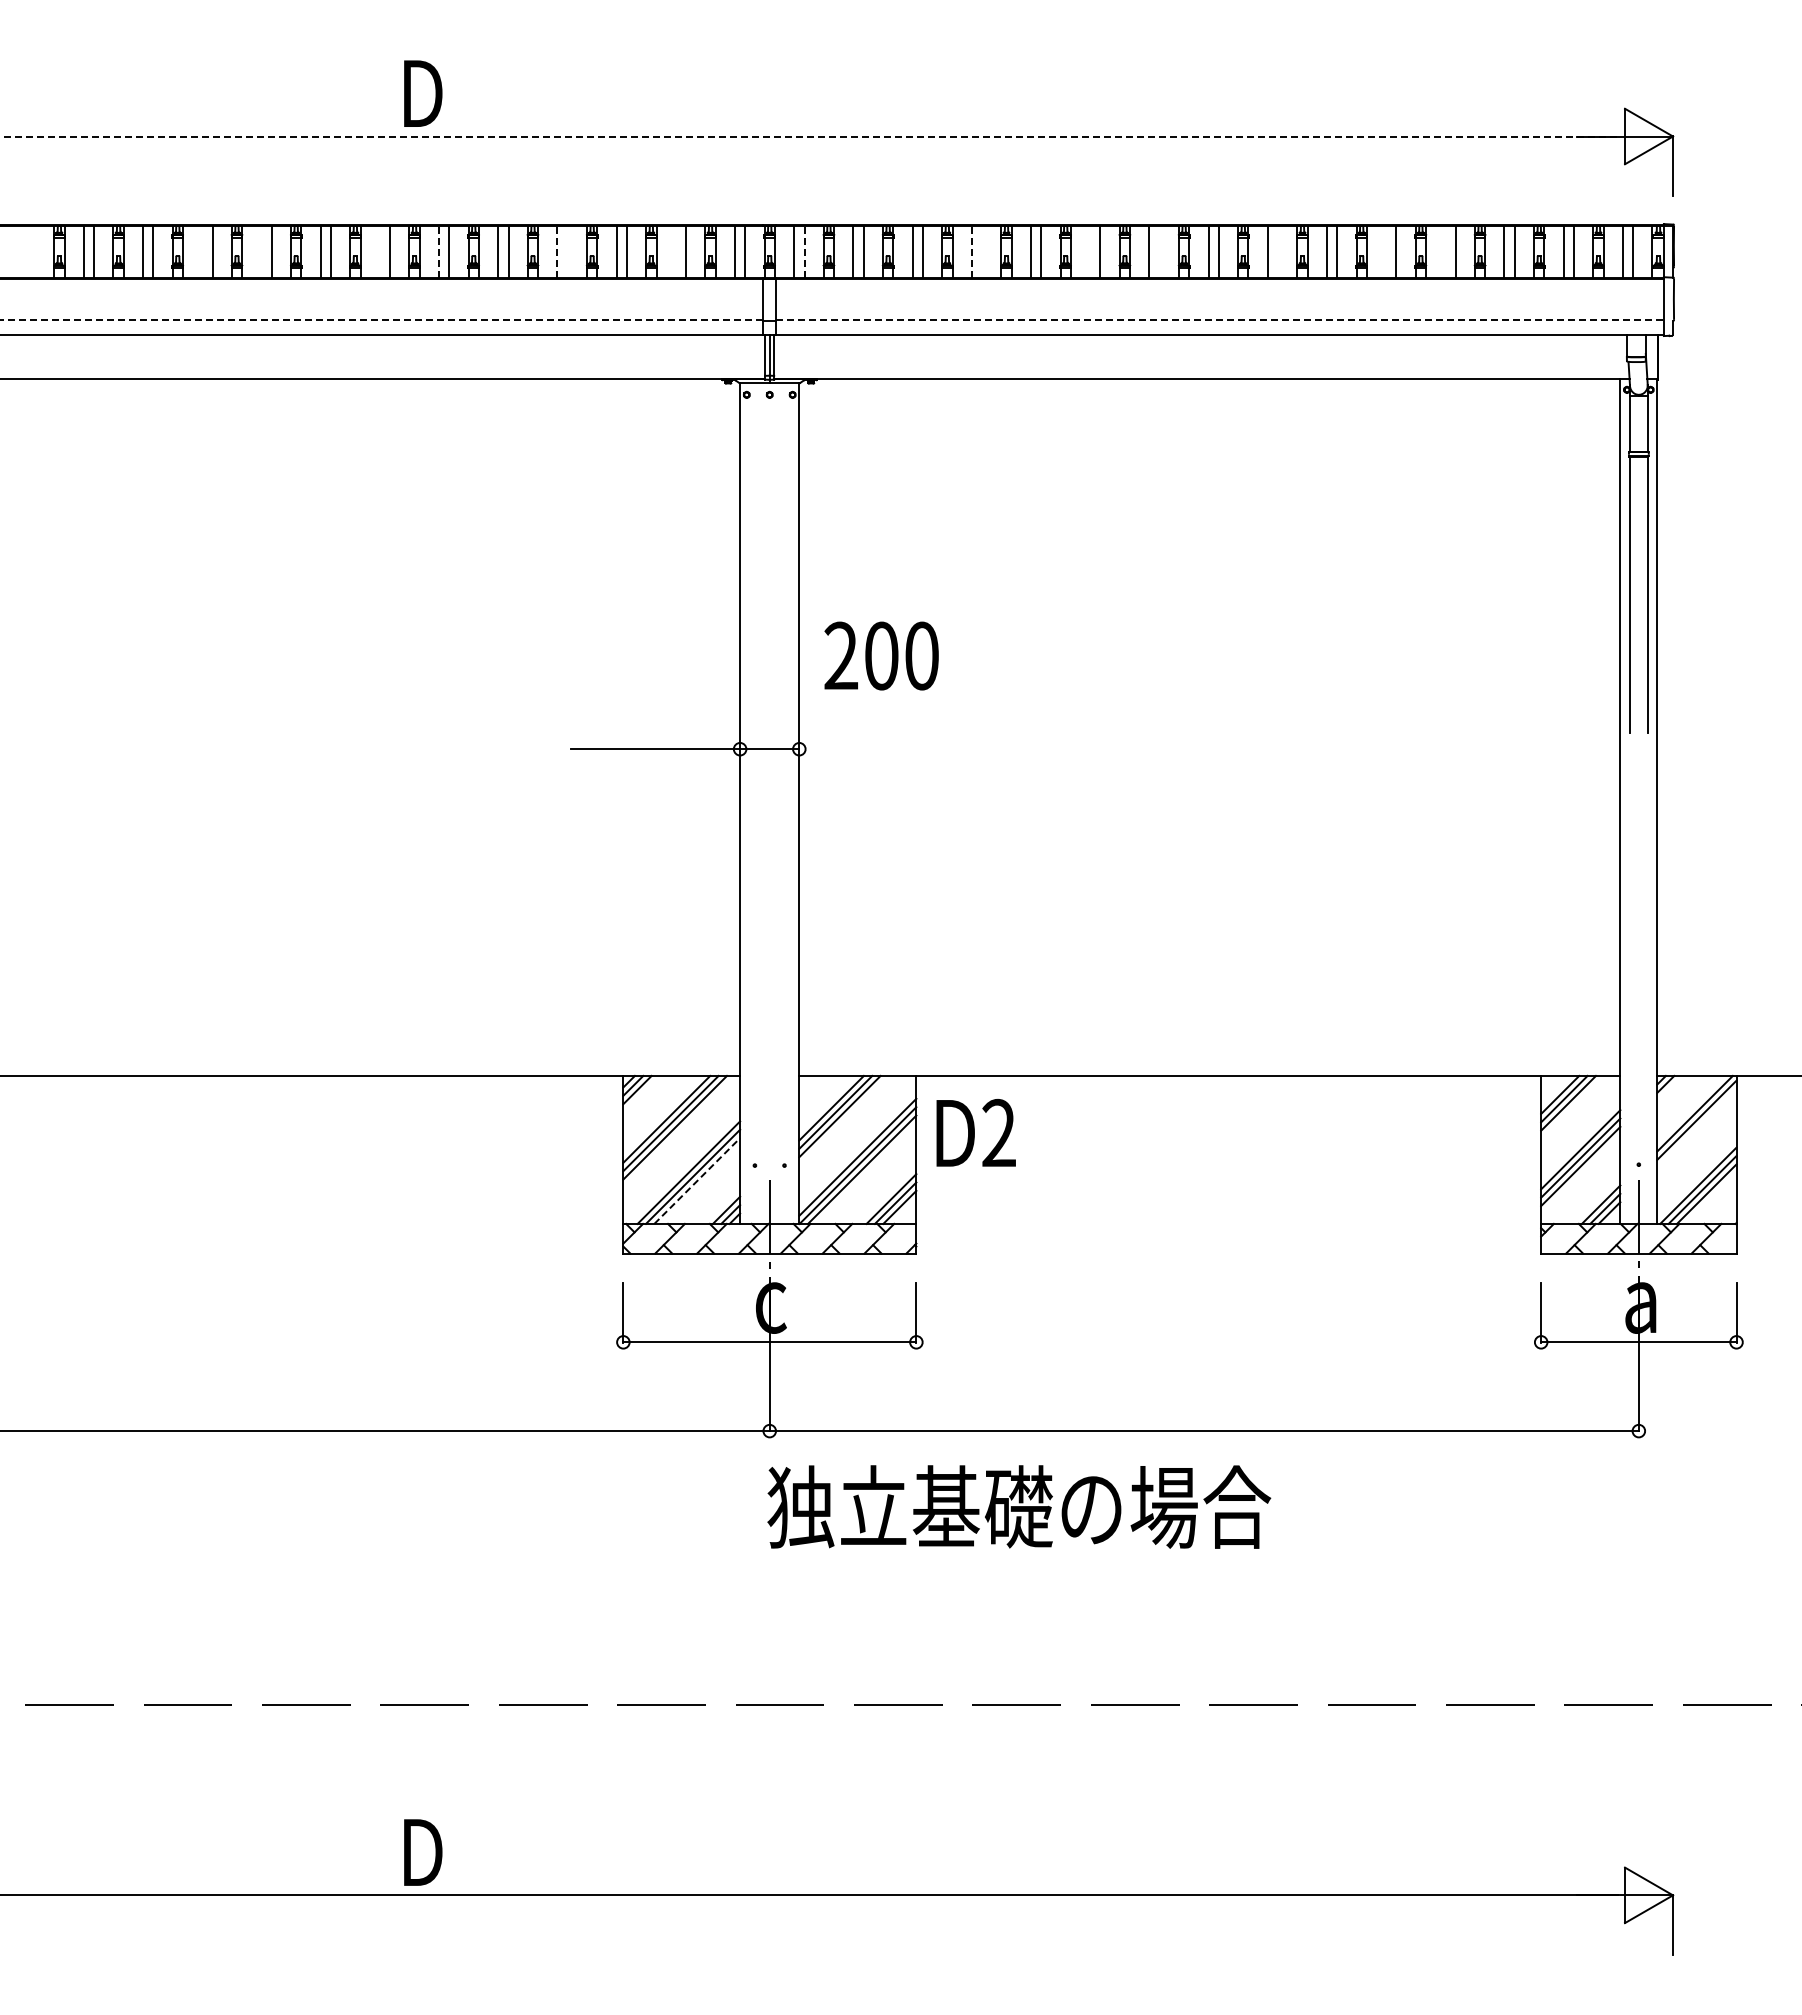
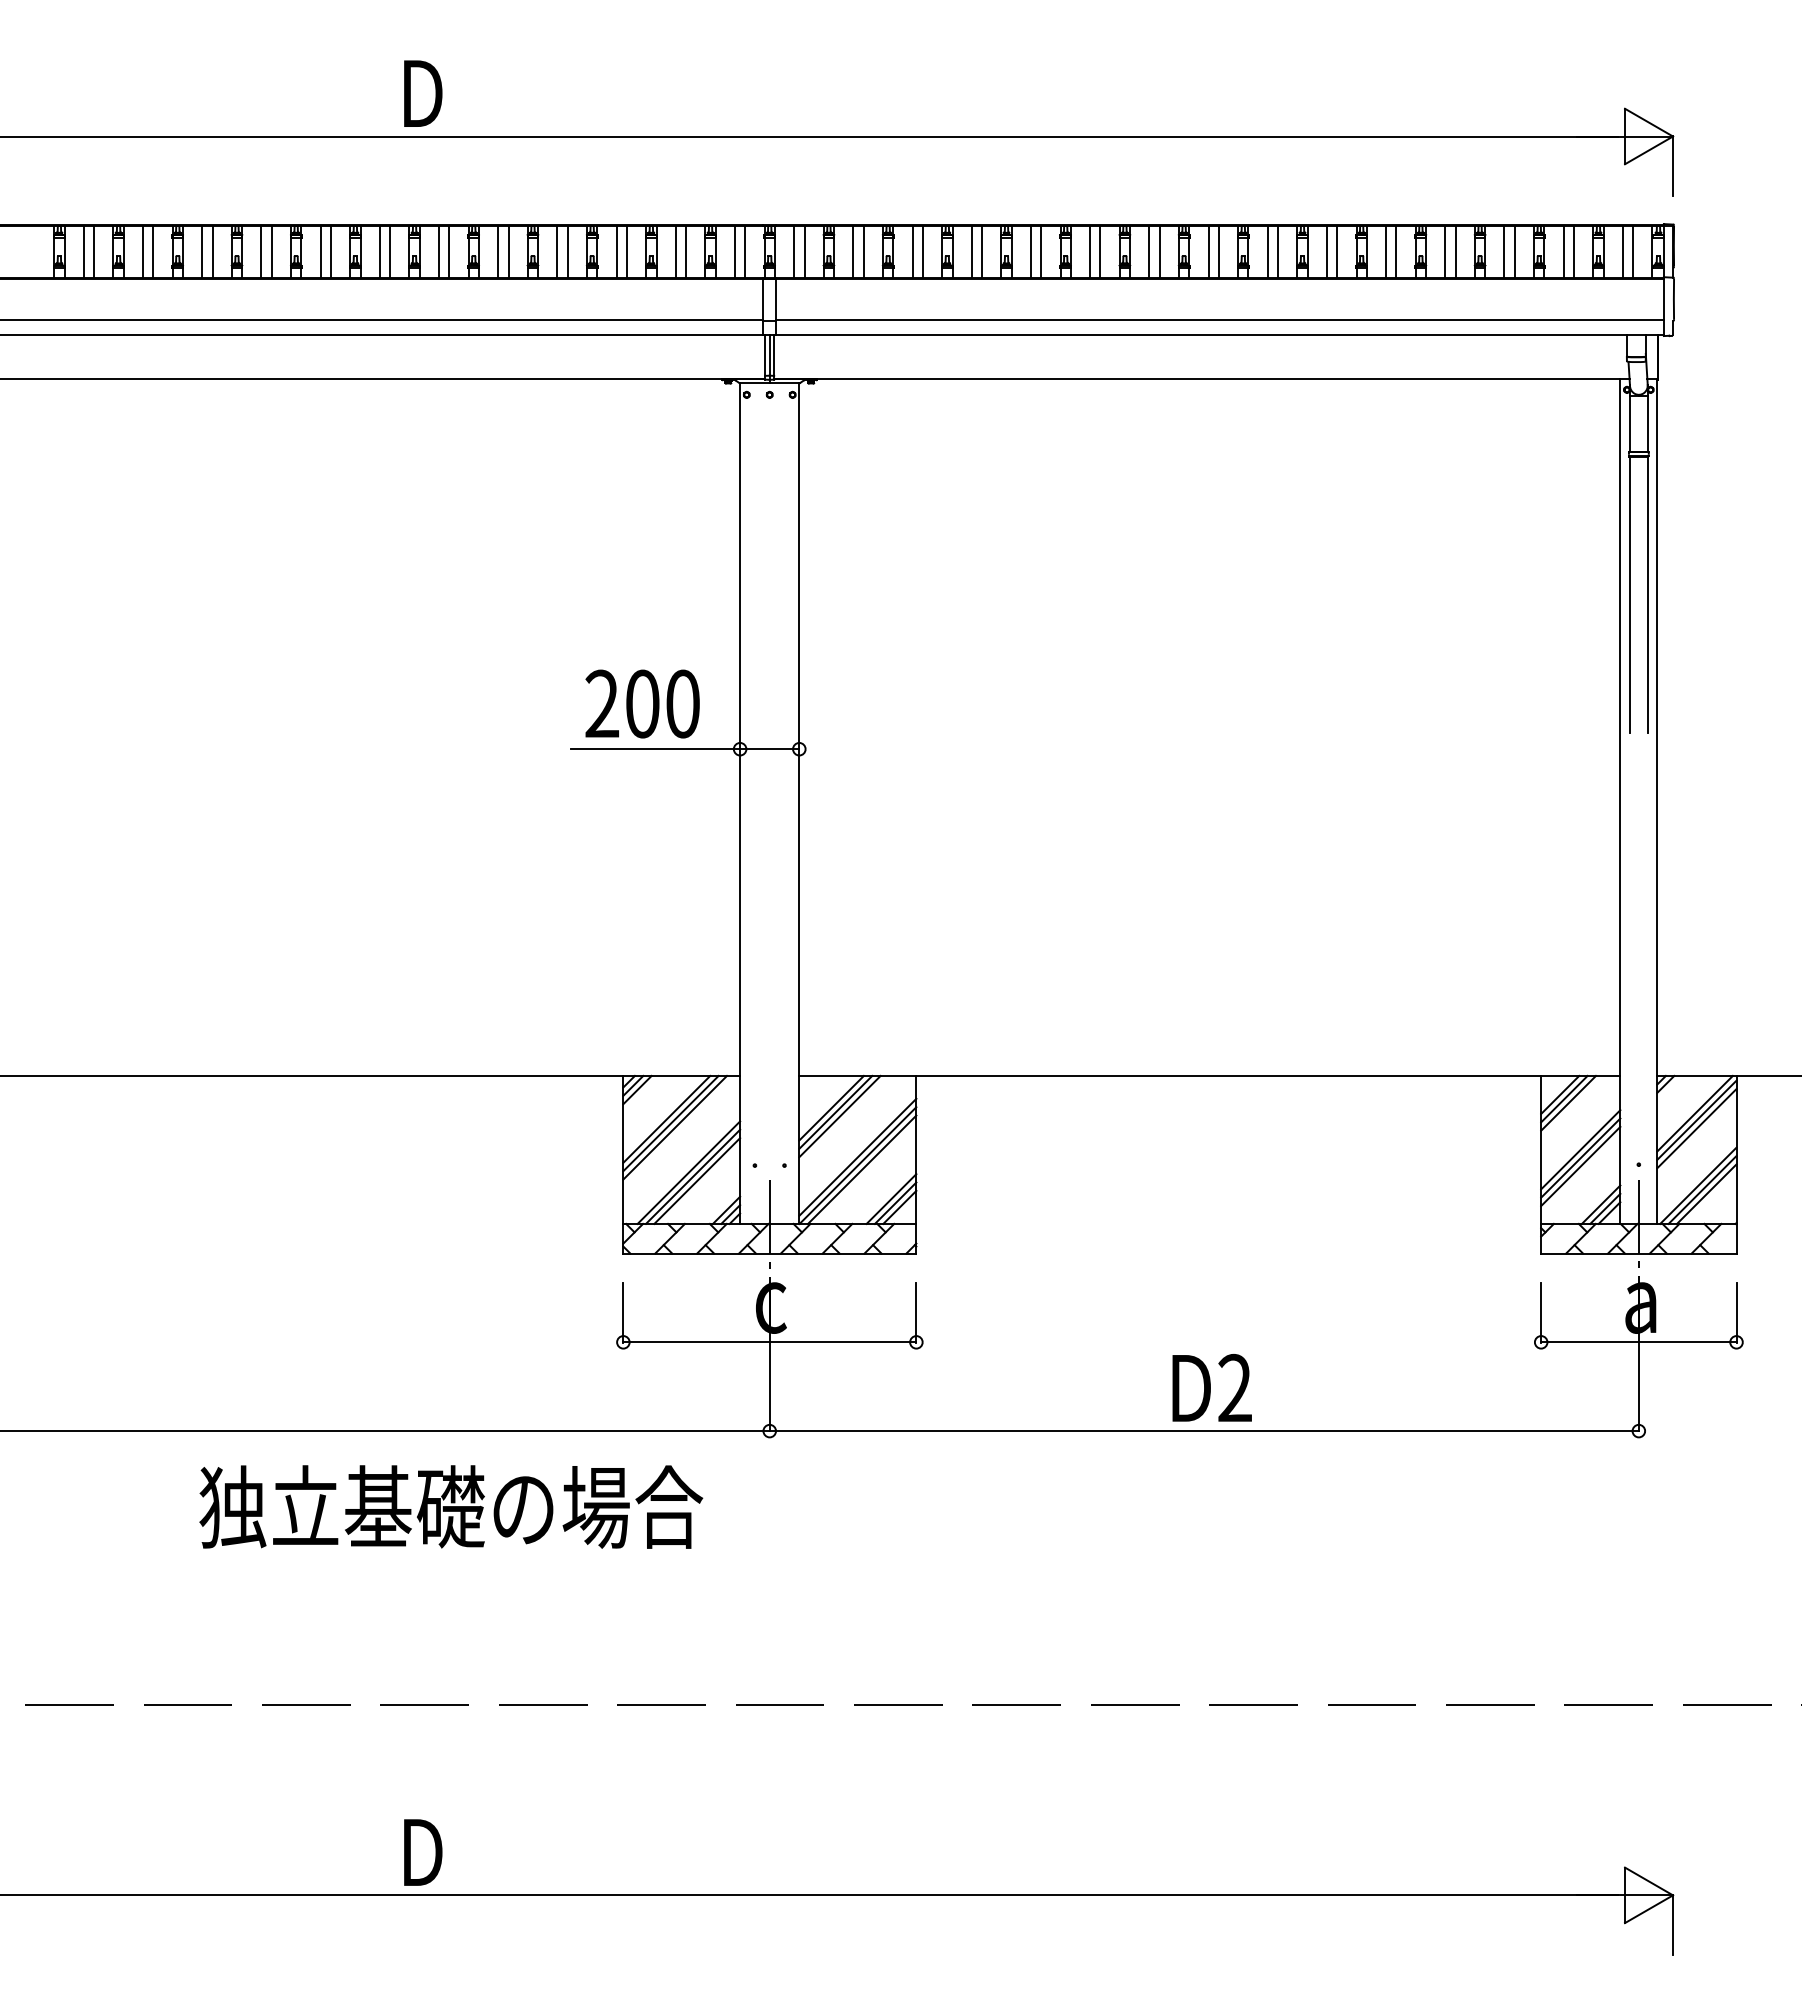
line at (809, 136): dashed -> solid
line at (438, 251): dashed -> solid
line at (557, 251): dashed -> solid
line at (804, 251): dashed -> solid
line at (971, 251): dashed -> solid
line at (202, 252): none -> present
line at (261, 252): none -> present
line at (379, 252): none -> present
line at (567, 252): none -> present
line at (675, 252): none -> present
line at (982, 252): none -> present
line at (1090, 252): none -> present
line at (1159, 252): none -> present
line at (1278, 252): none -> present
line at (1386, 252): none -> present
line at (1445, 252): none -> present
line at (381, 320): dashed -> solid
line at (1220, 320): dashed -> solid
text at (881, 655) position: (881, 655) -> (642, 703)
line at (1696, 1128): none -> present
text at (975, 1132) position: (975, 1132) -> (1211, 1387)
line at (697, 1181): dashed -> solid
text at (1019, 1506) position: (1019, 1506) -> (451, 1506)
